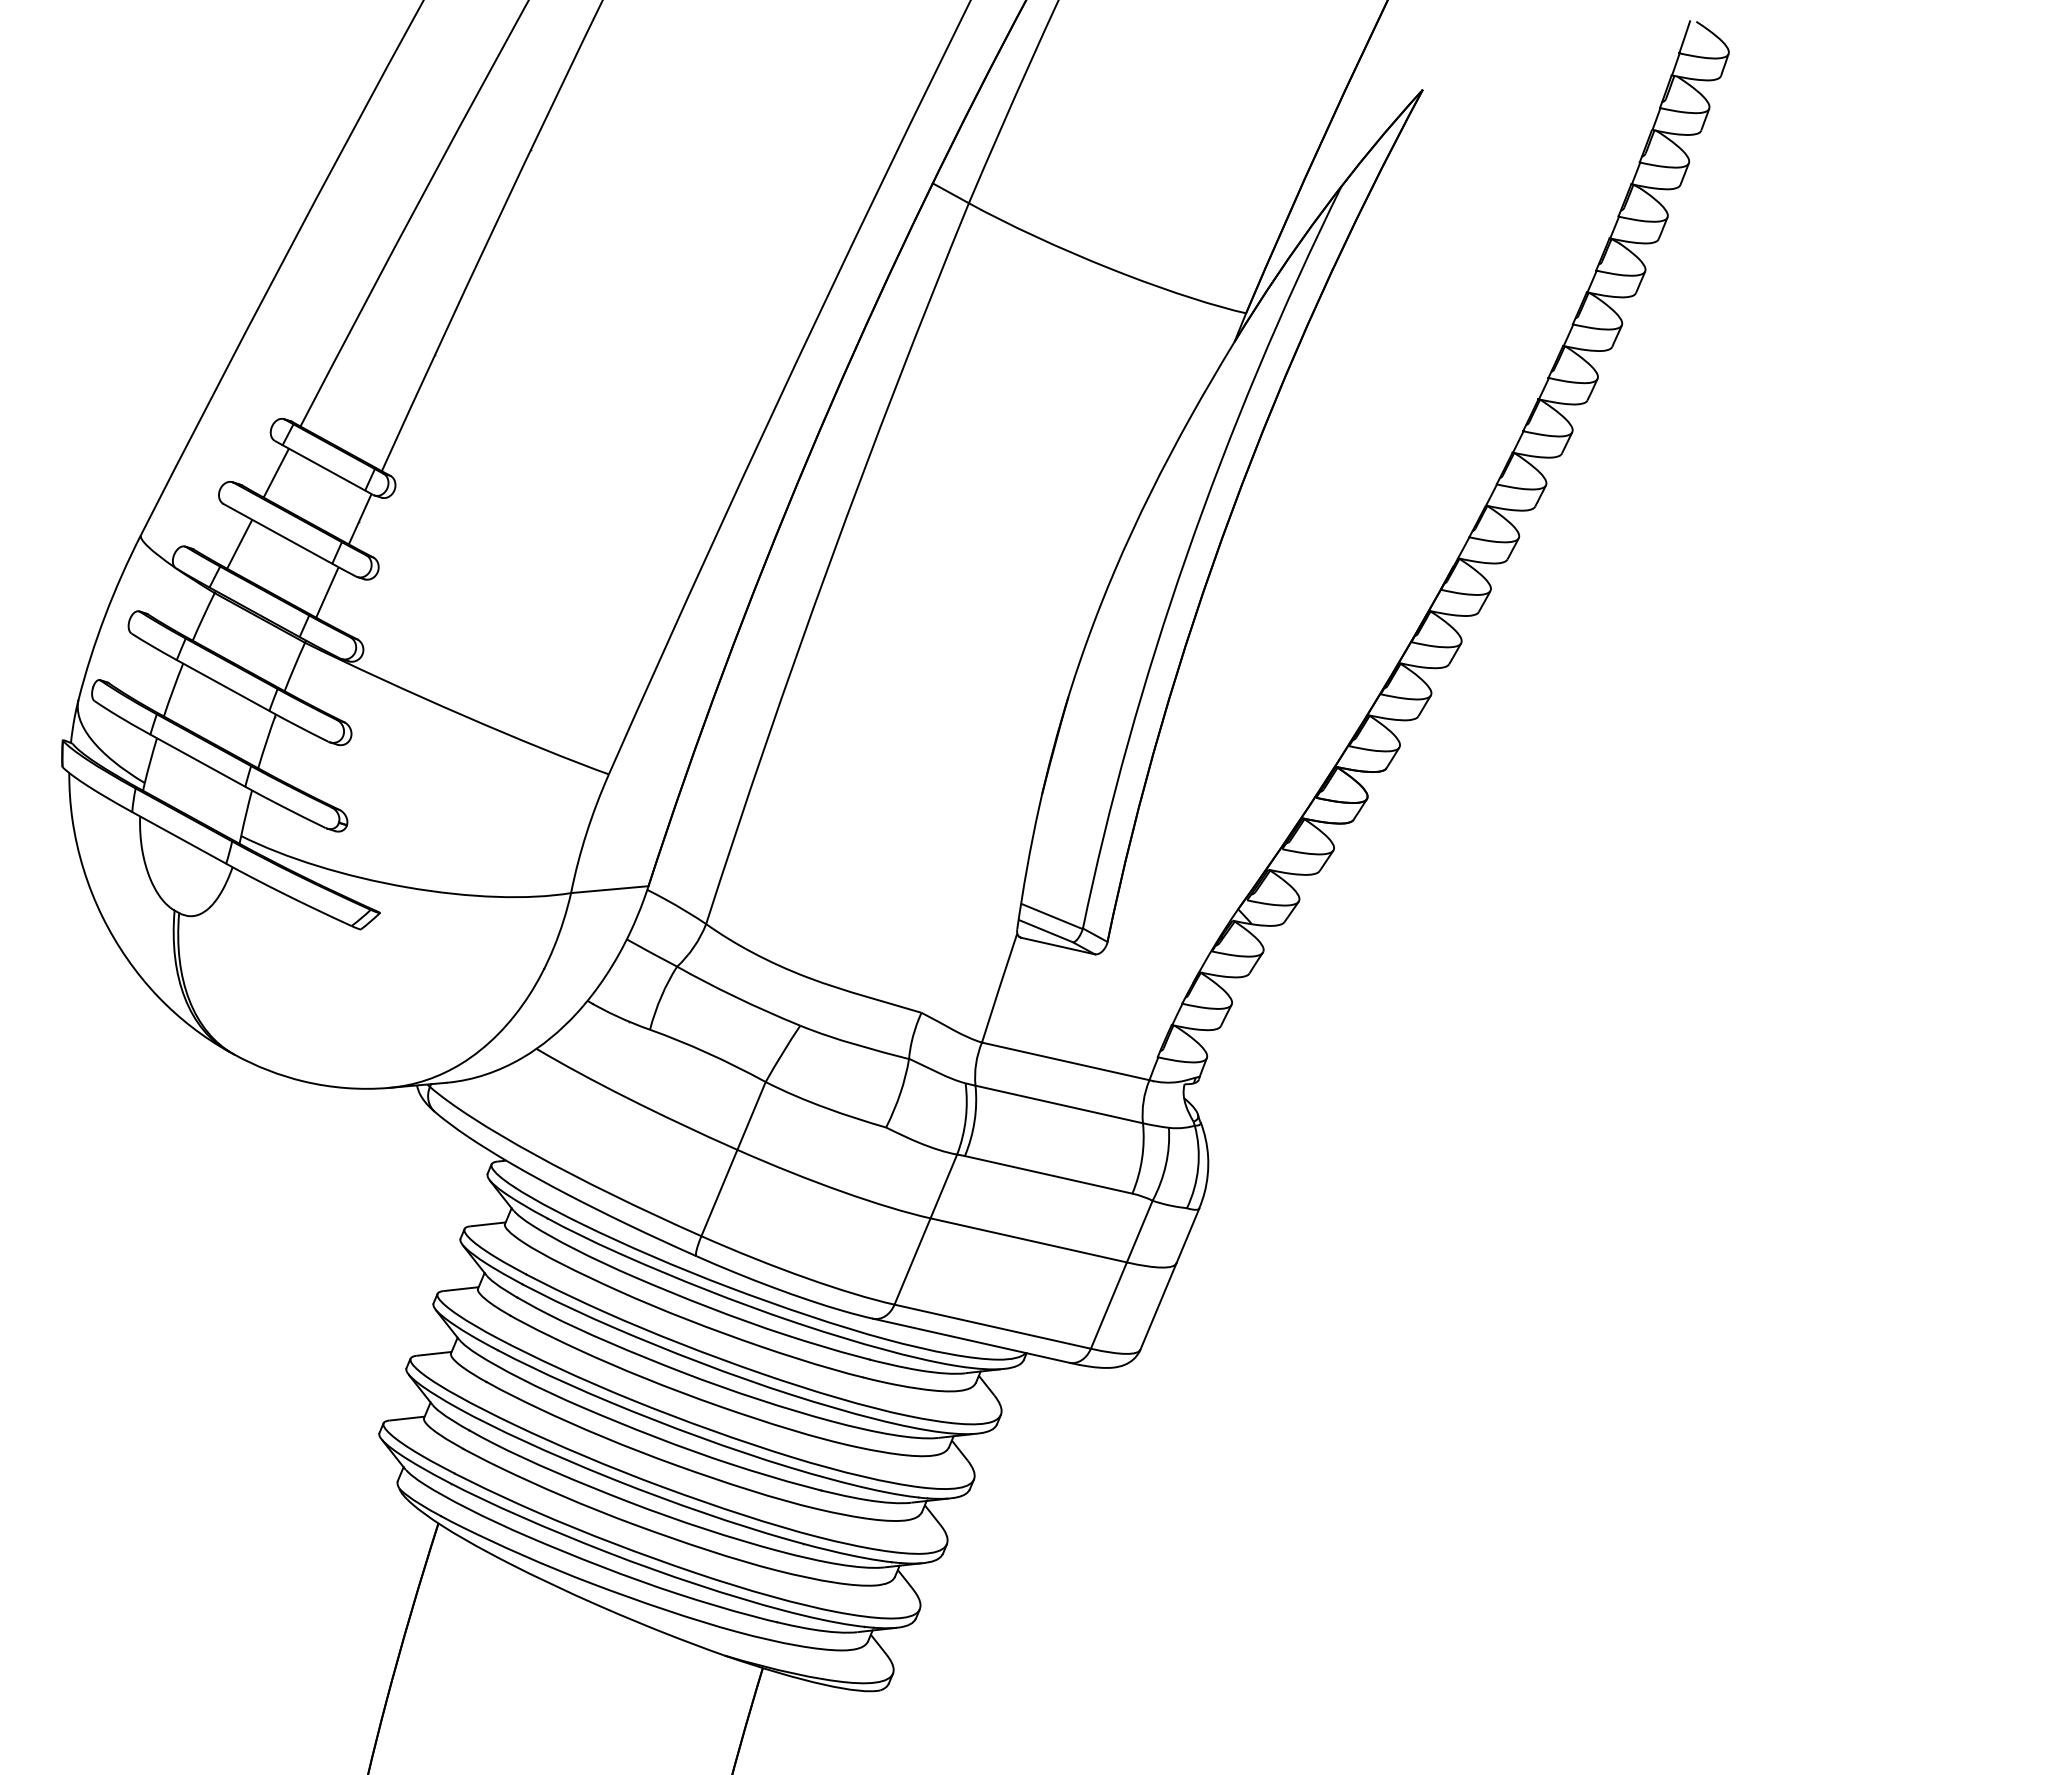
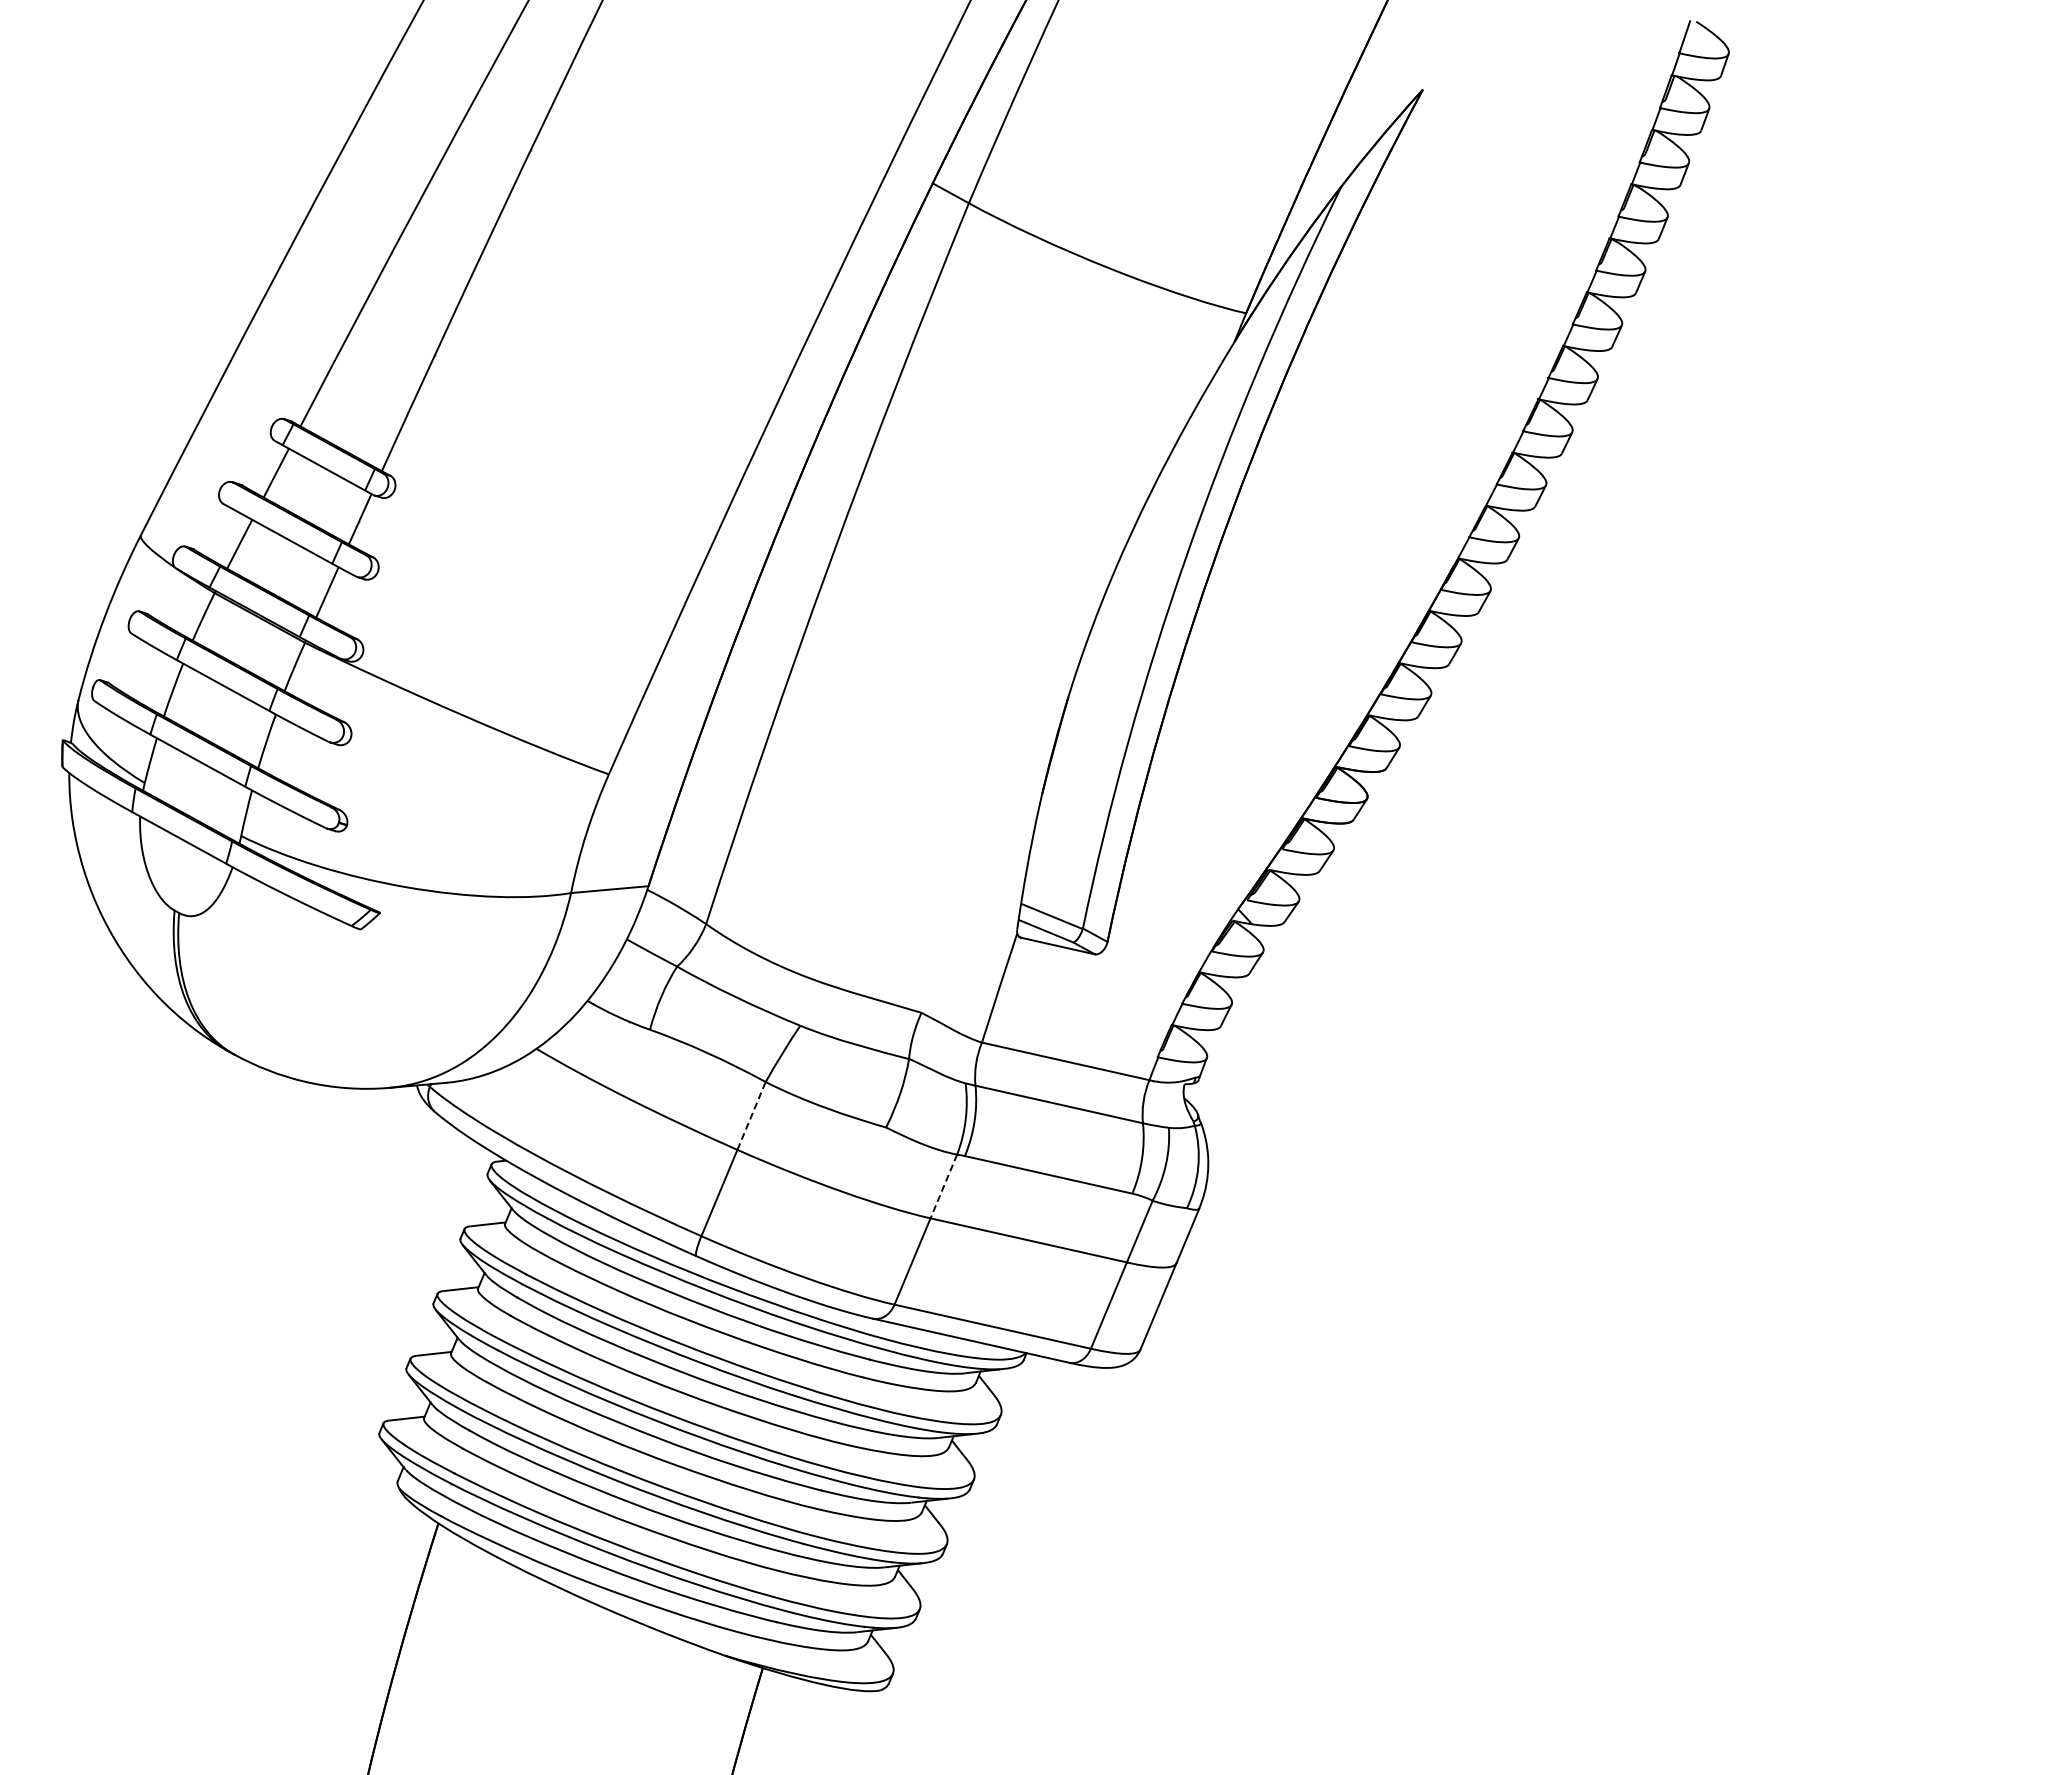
line at (751, 1115): solid -> dashed
line at (943, 1186): solid -> dashed
